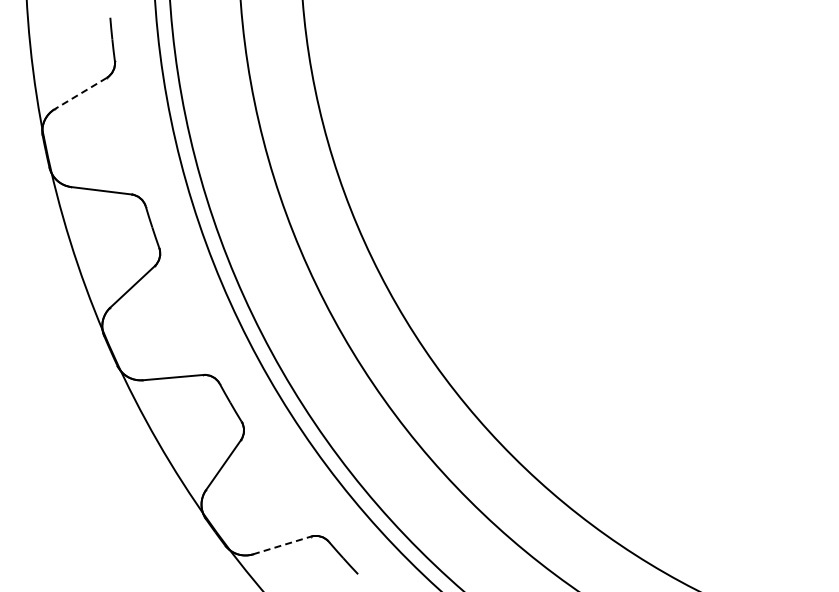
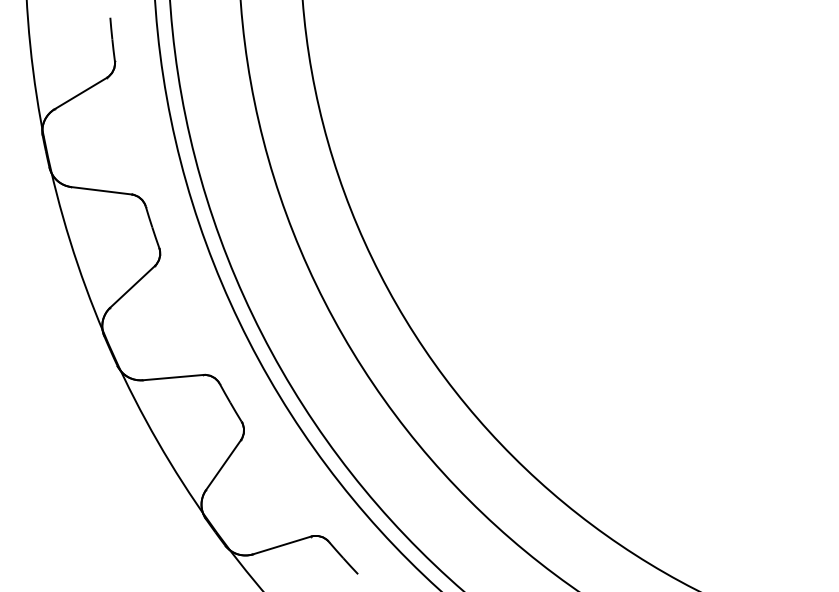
line at (80, 93): dashed -> solid
line at (282, 545): dashed -> solid
